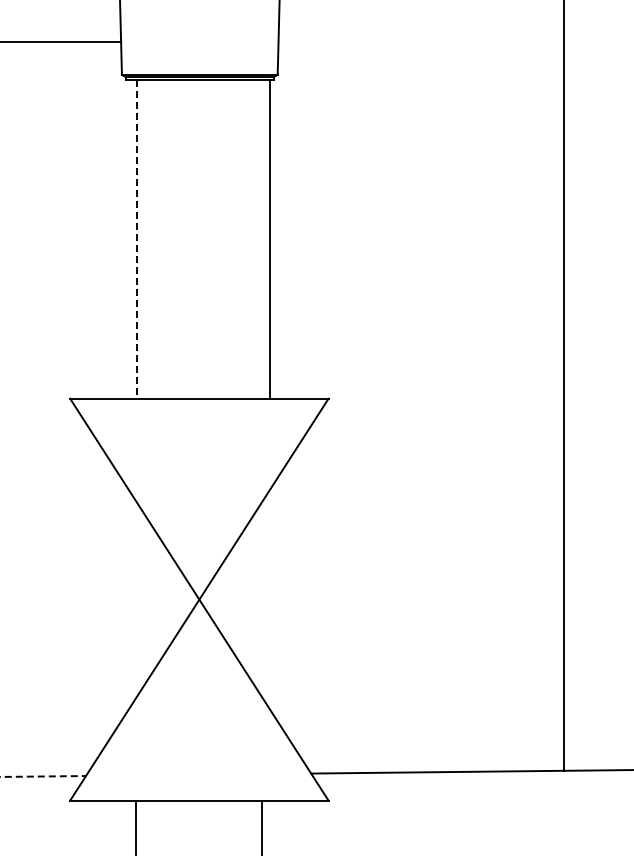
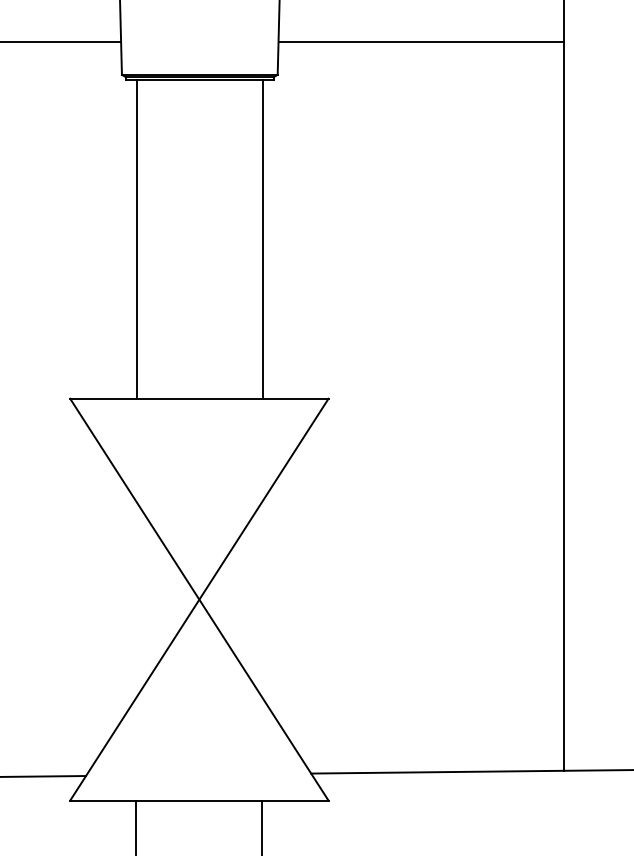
line at (420, 42): none -> present
line at (269, 239) position: (269, 239) -> (262, 239)
line at (136, 240): dashed -> solid
line at (43, 776): dashed -> solid
